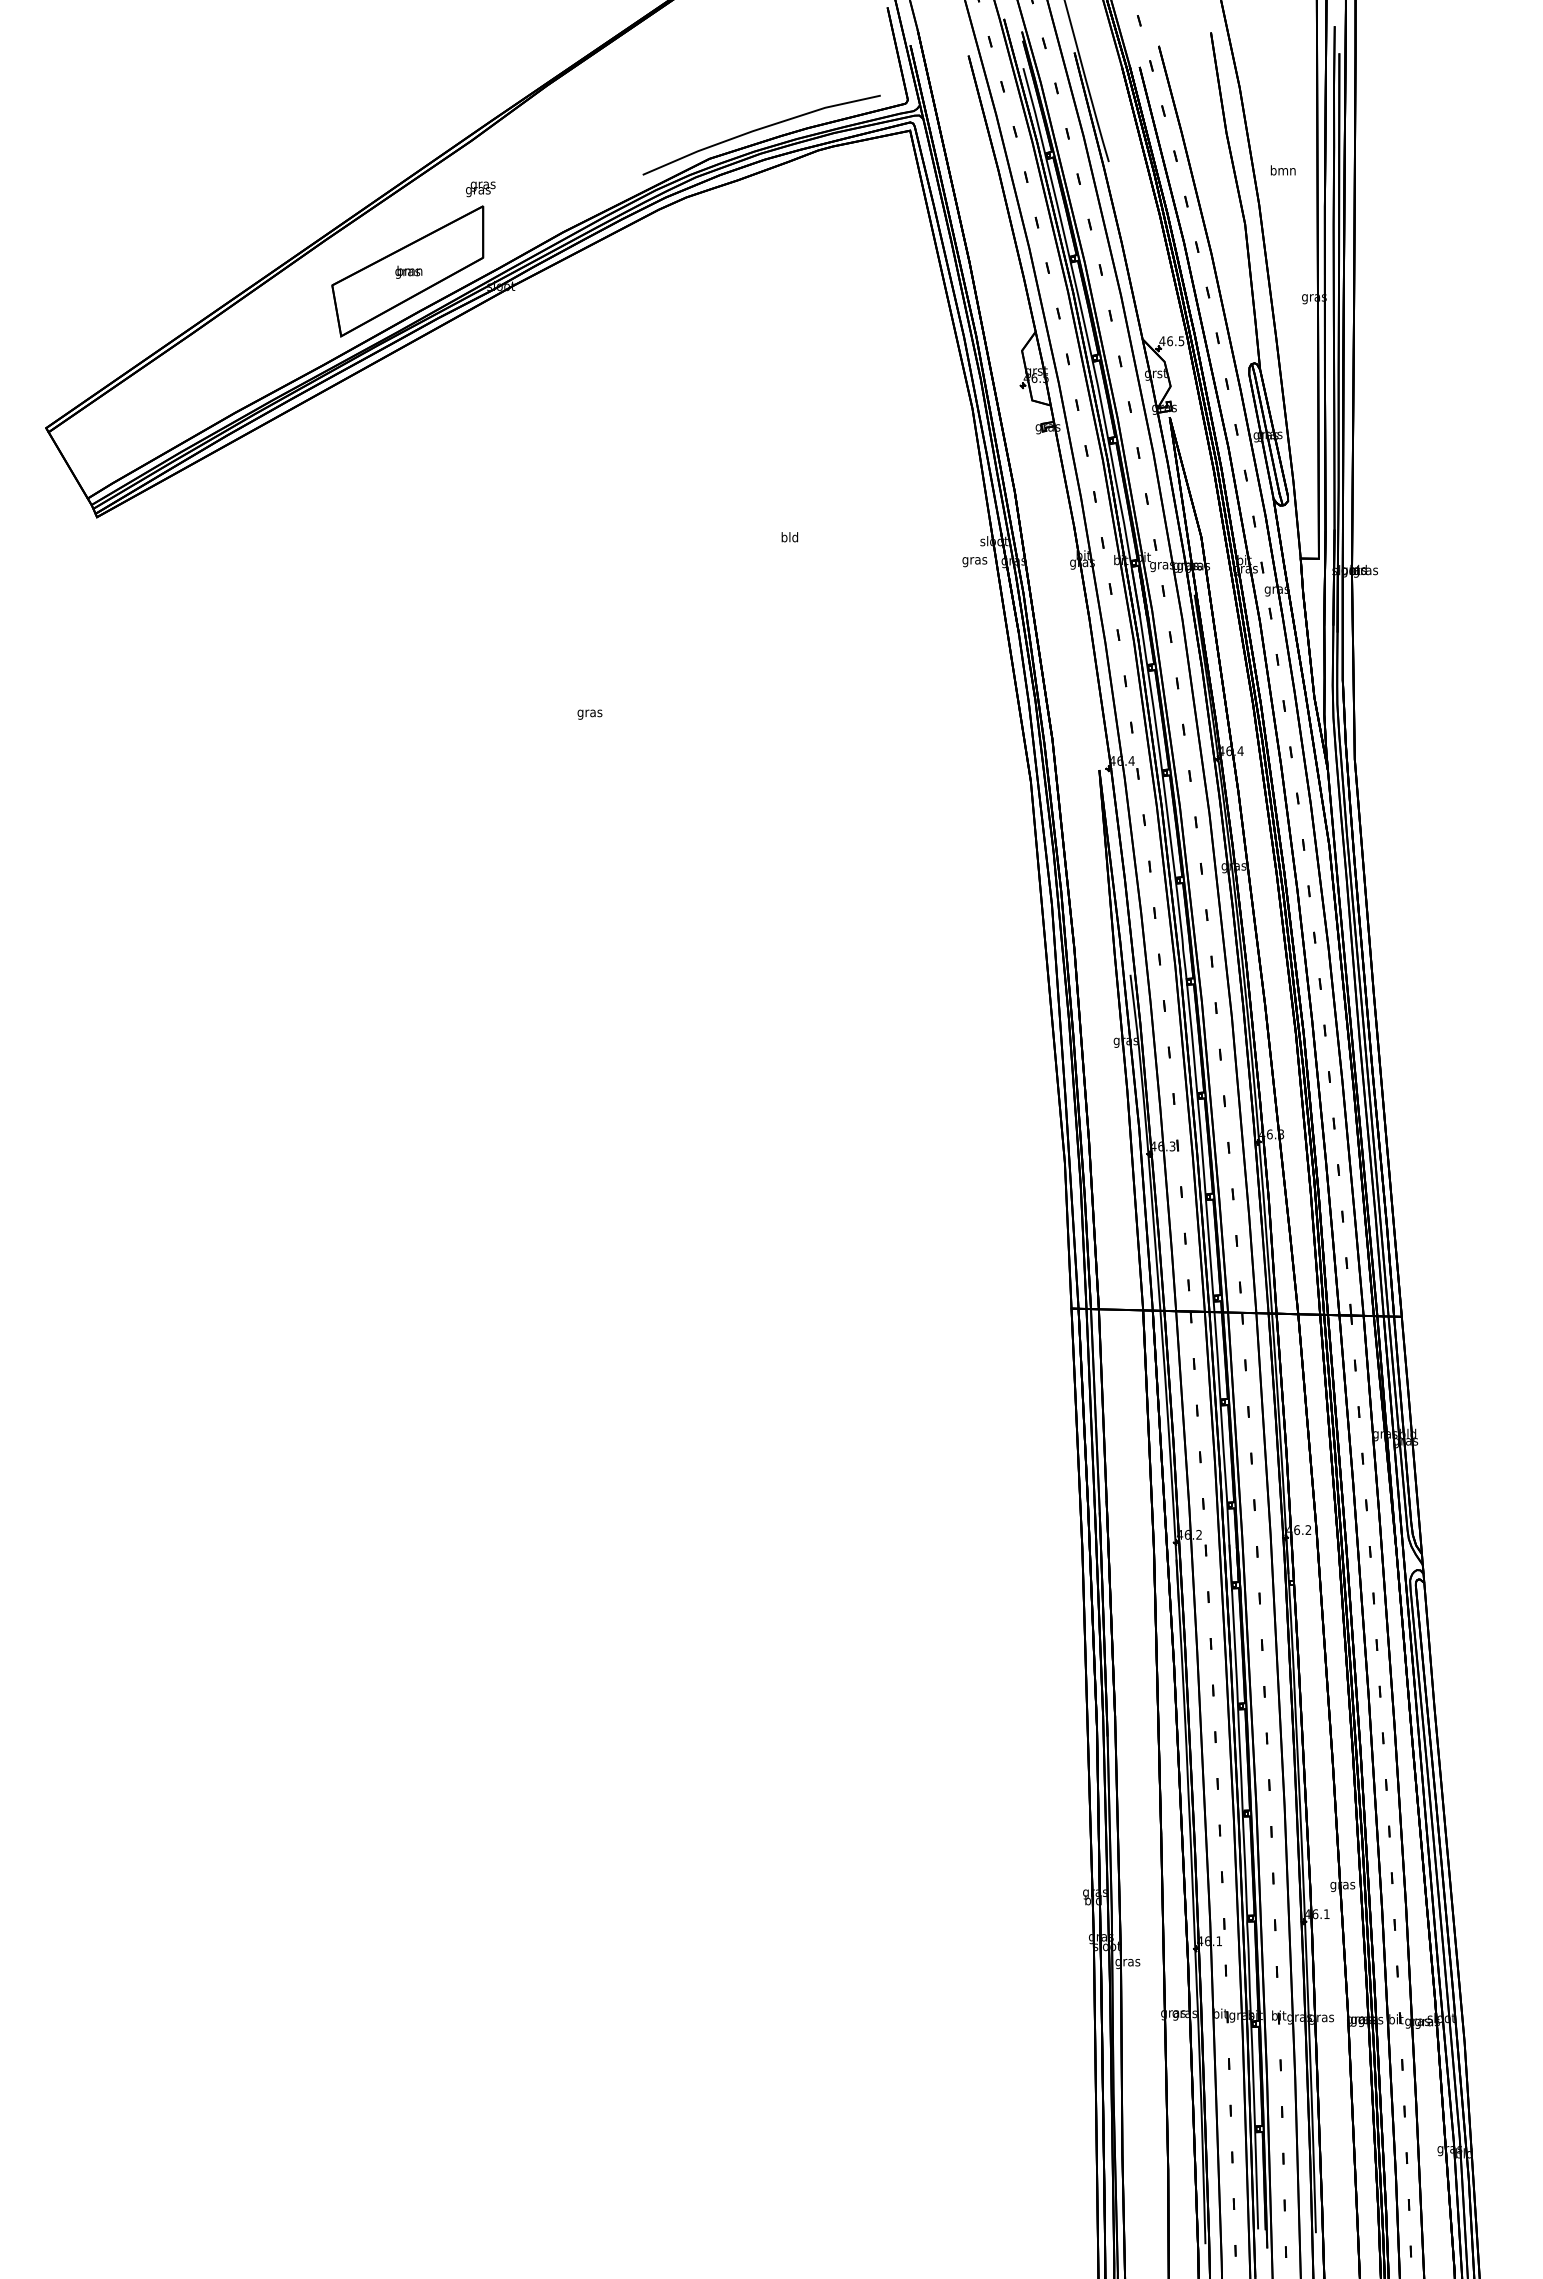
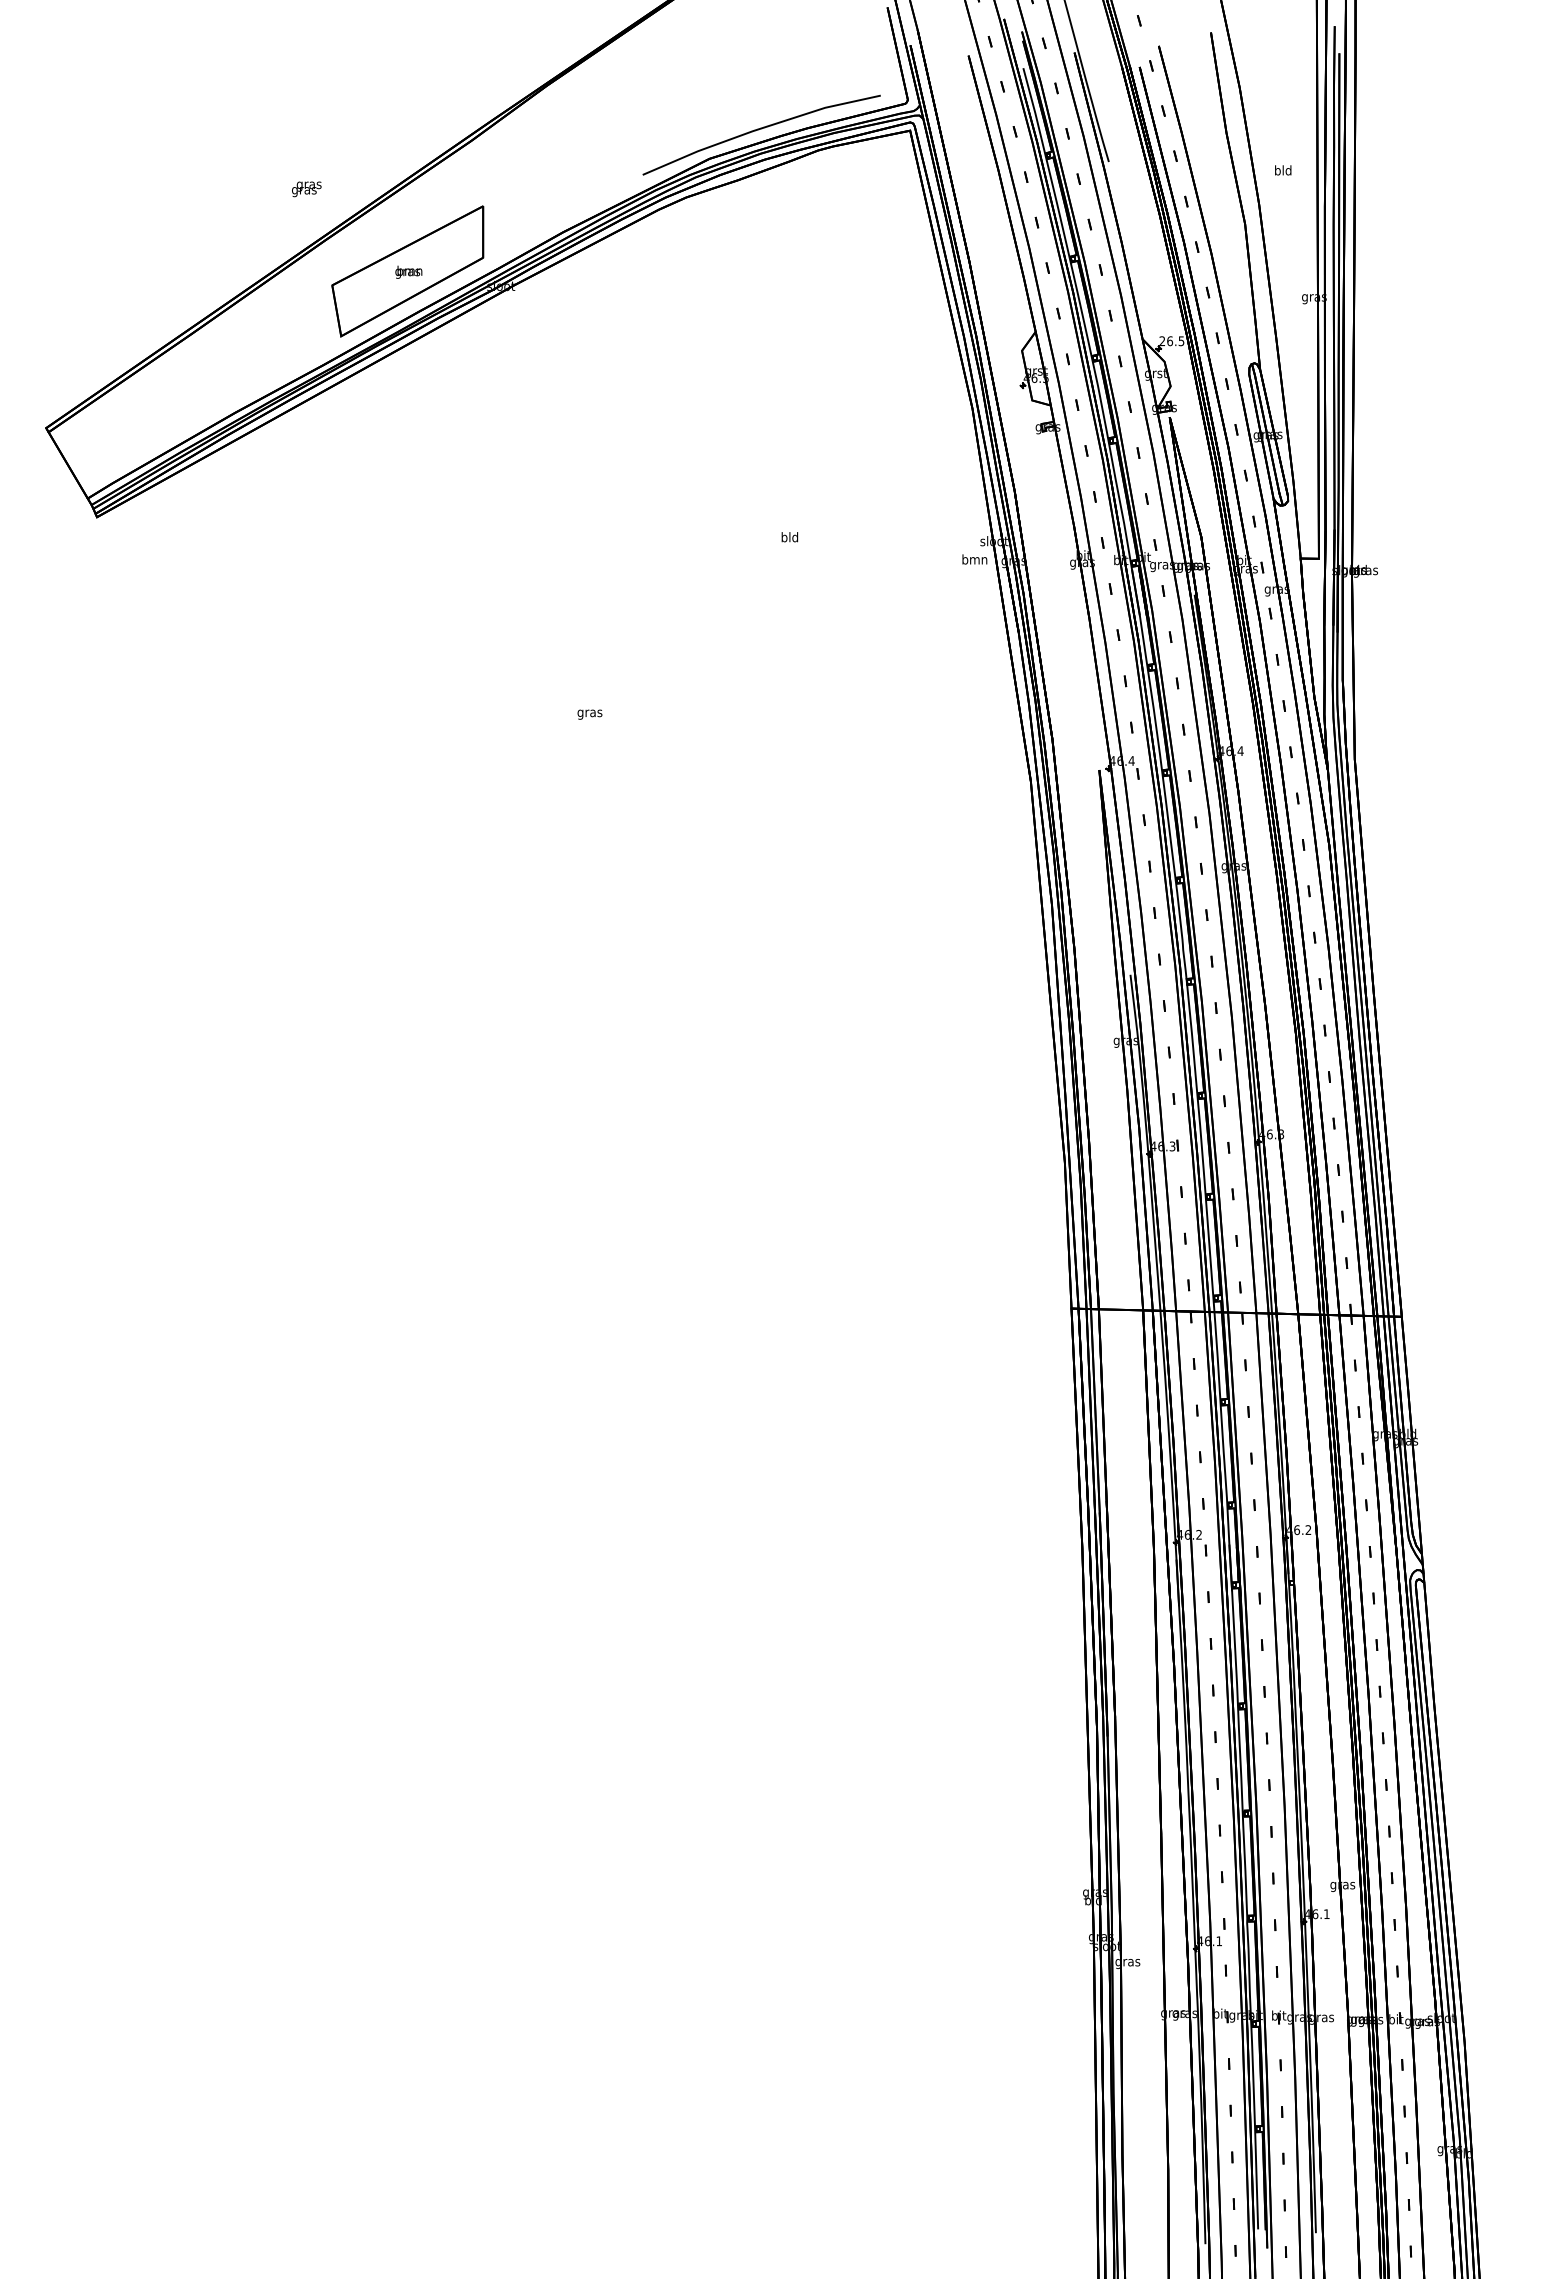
text at (1282, 170): bmn -> bld
text at (480, 189) position: (480, 189) -> (306, 189)
text at (1162, 341): 46.5 -> 26.5
text at (974, 560): gras -> bmn
